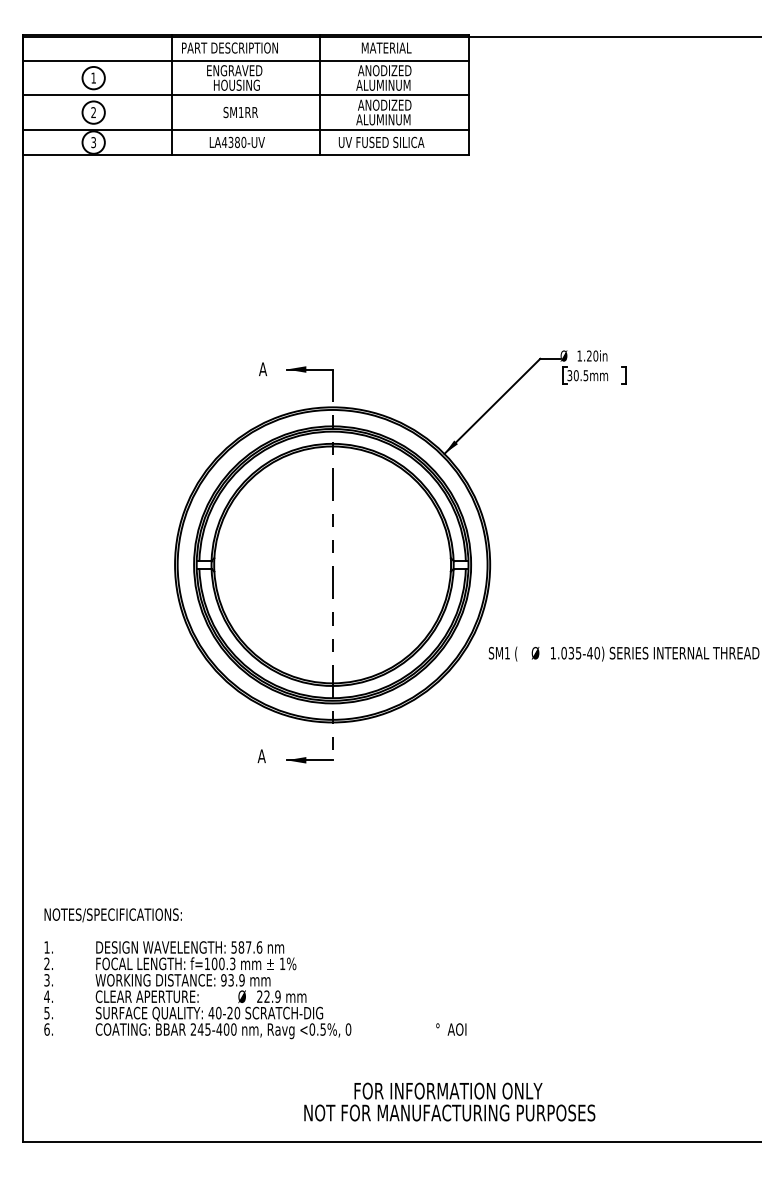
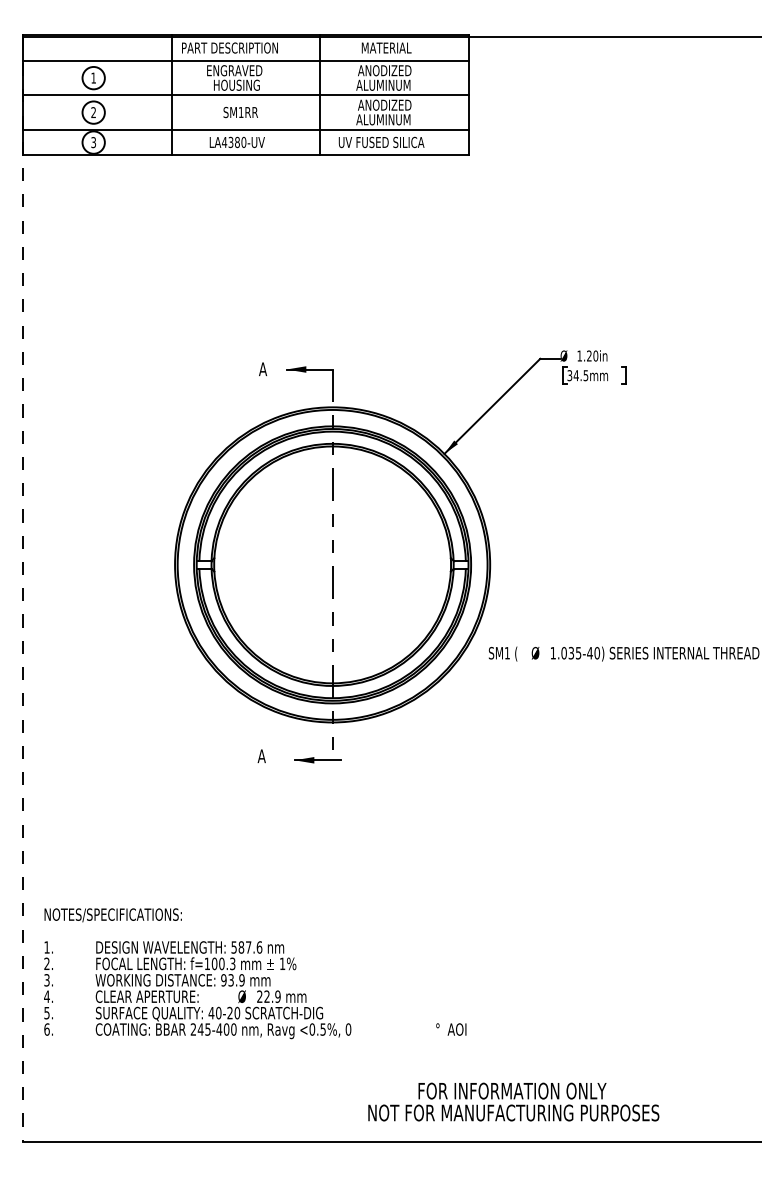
text at (575, 375): 30.5mm -> 34.5mm
line at (23, 589): solid -> dashed
part at (309, 760) position: (309, 760) -> (317, 760)
text at (449, 1101) position: (449, 1101) -> (513, 1101)
